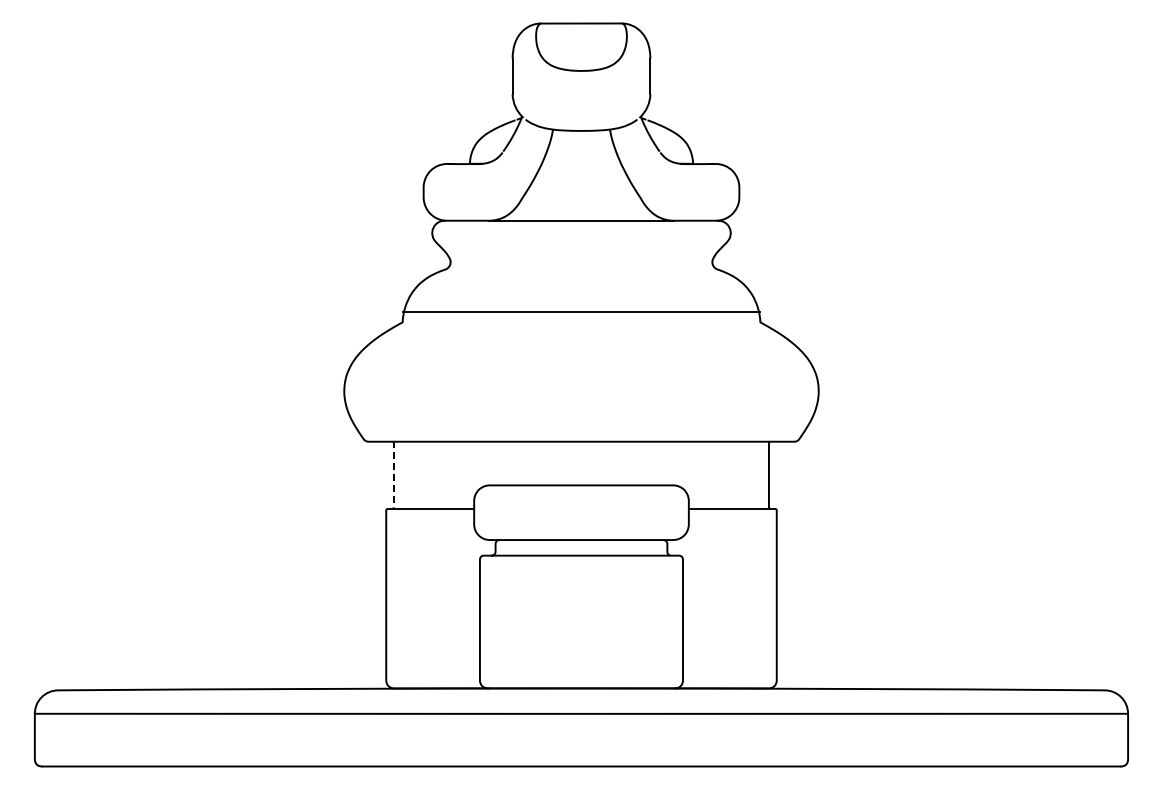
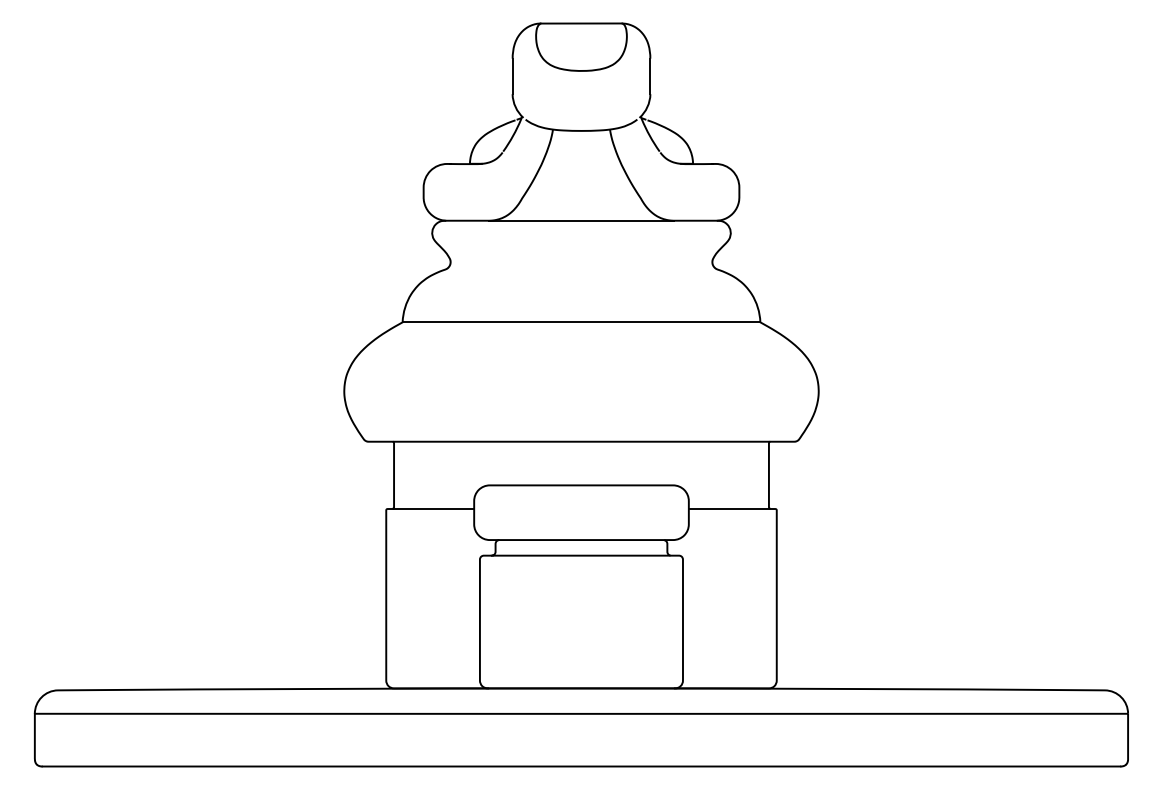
line at (581, 312) position: (581, 312) -> (581, 322)
line at (394, 475): dashed -> solid
